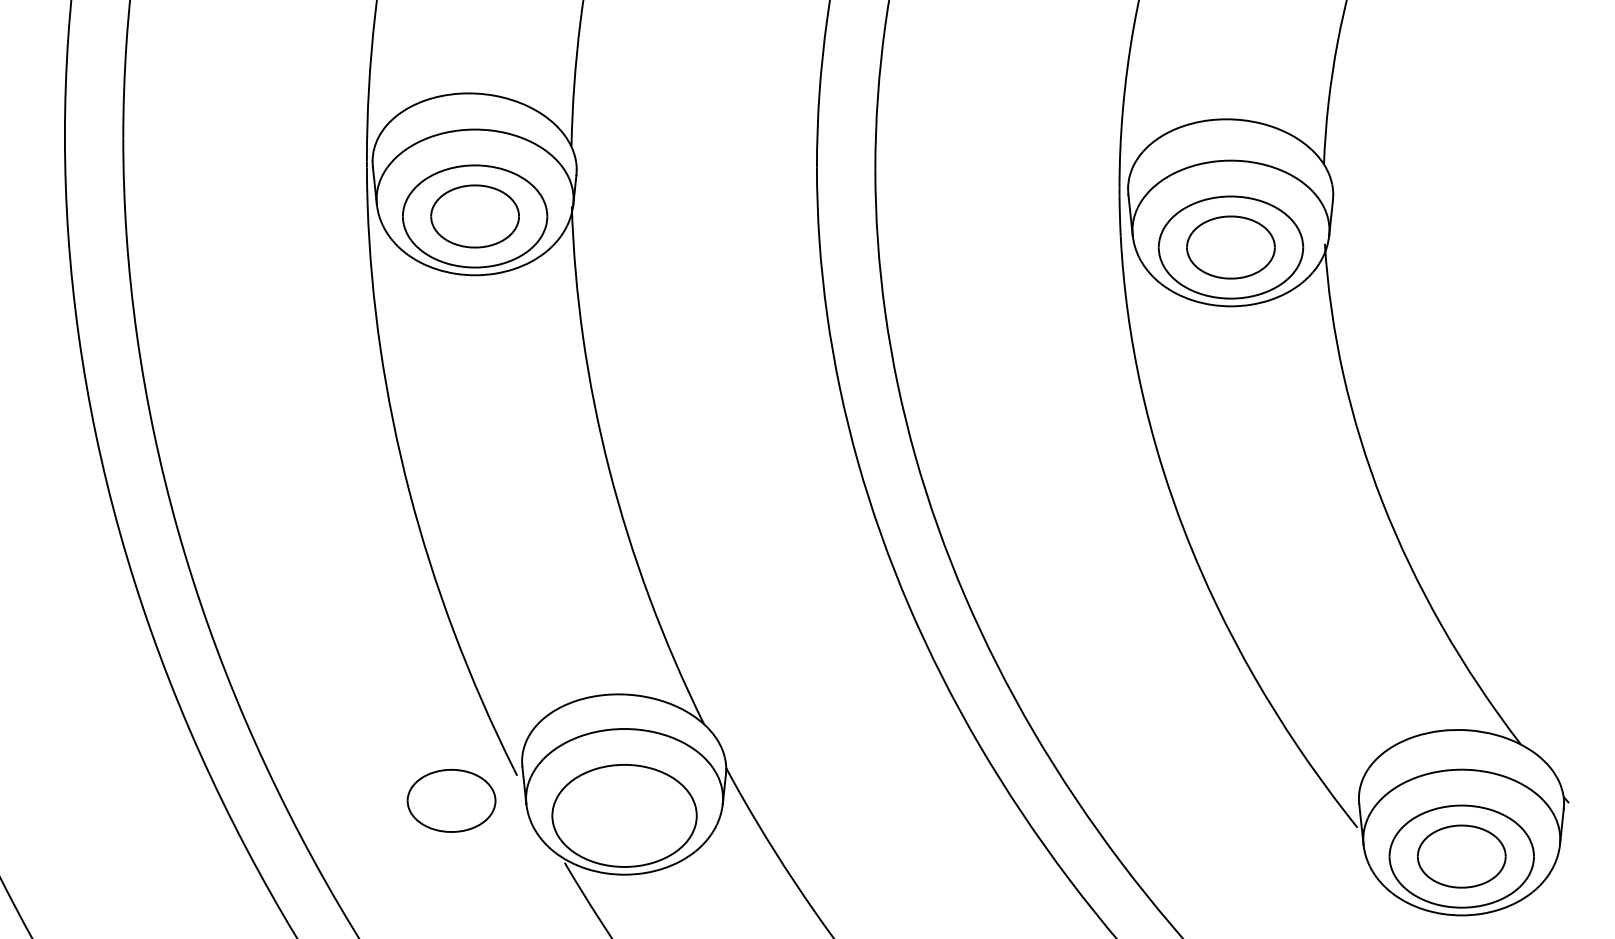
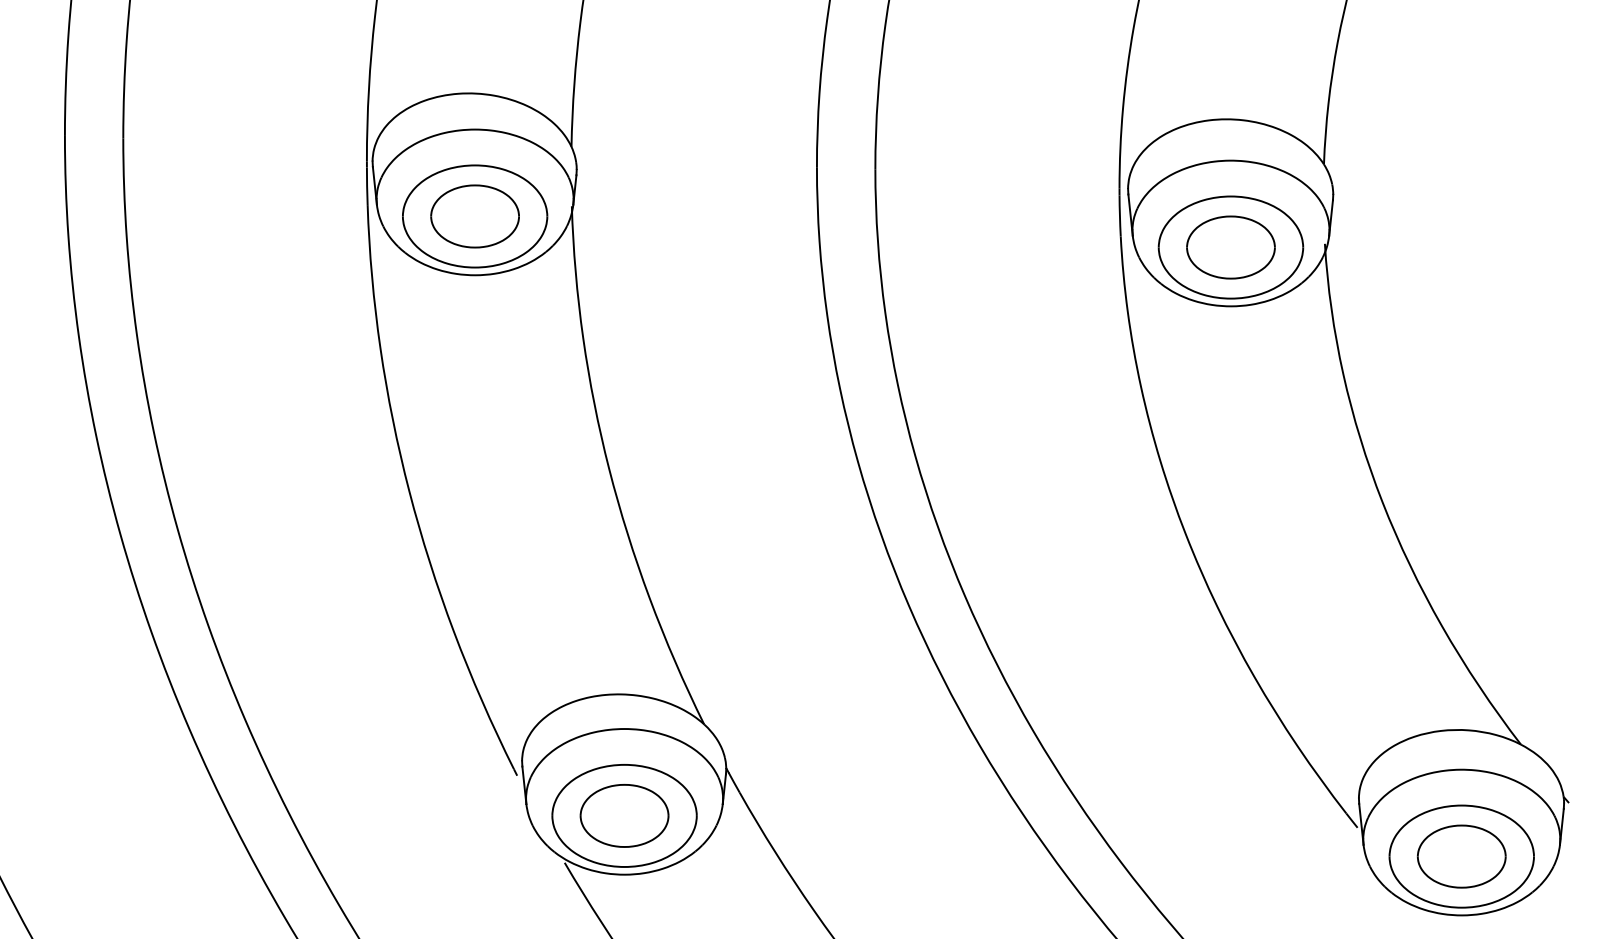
part at (451, 800) position: (451, 800) -> (624, 815)
